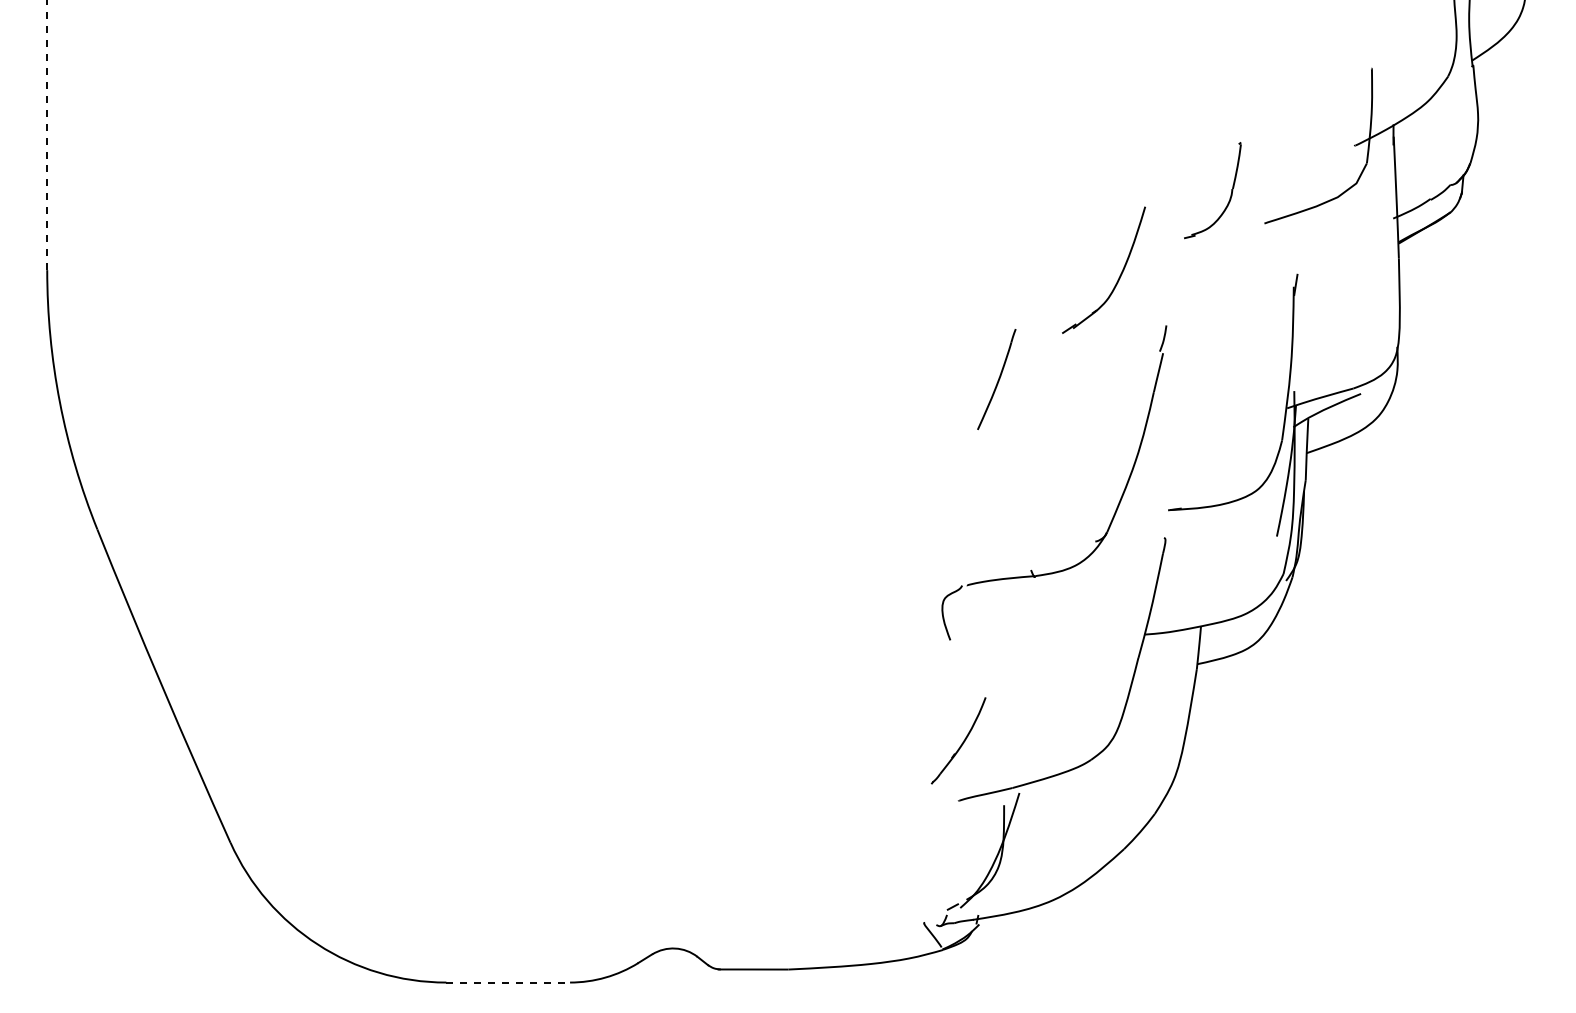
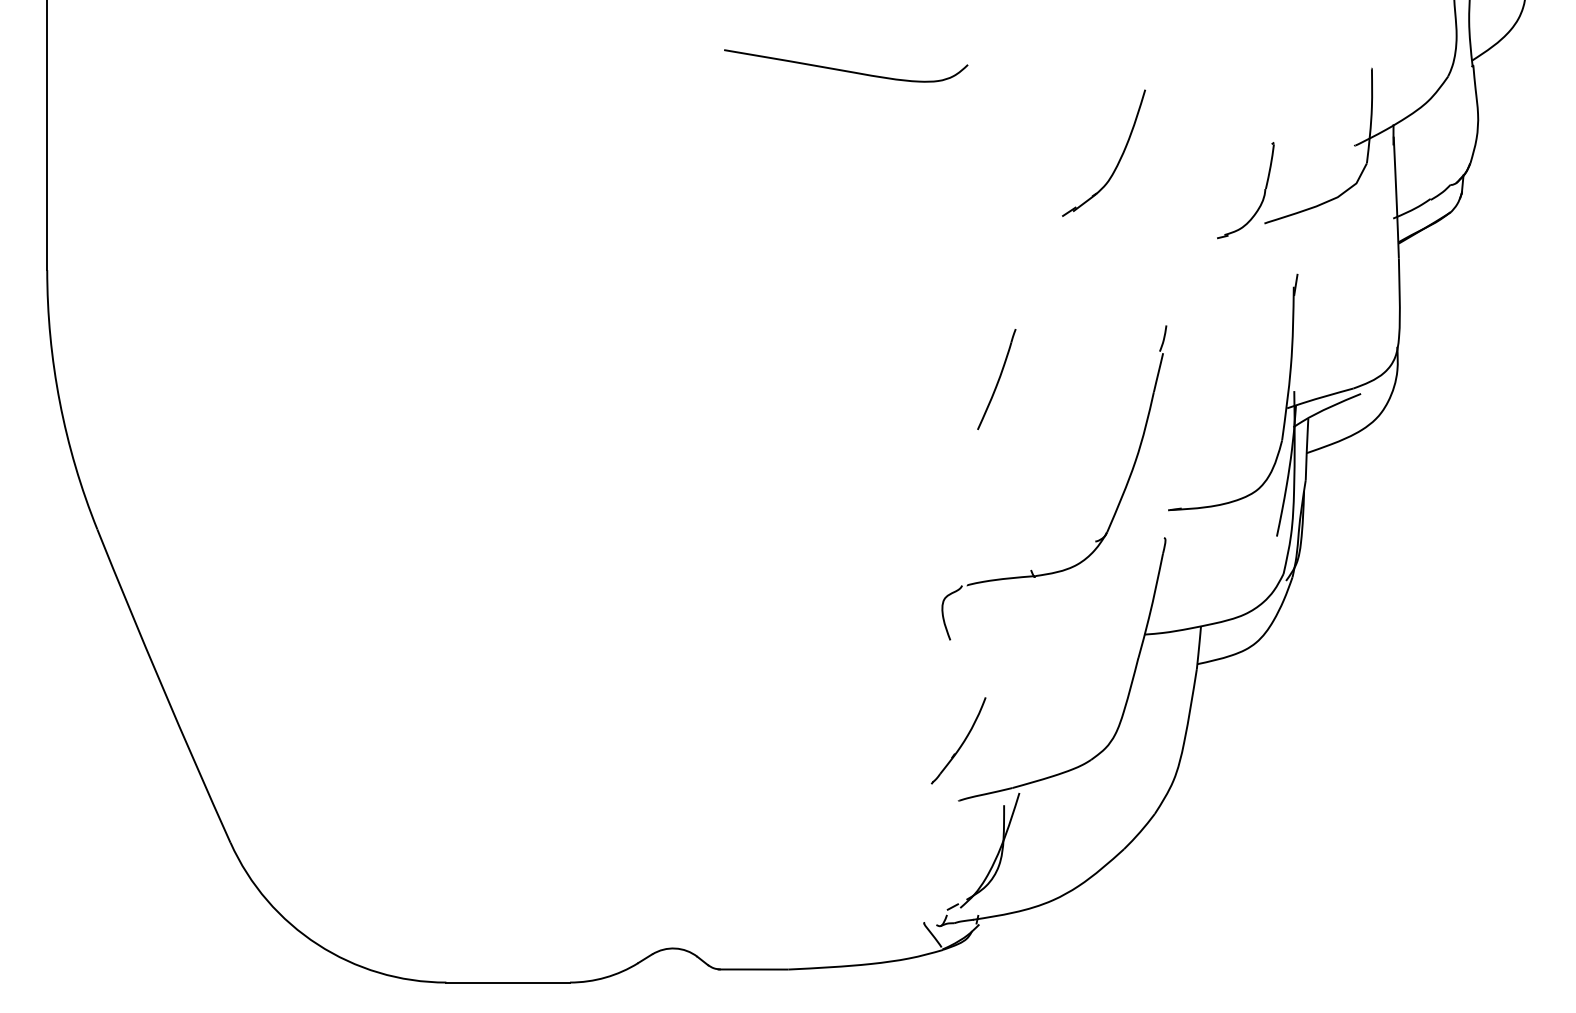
curve at (843, 69): none -> present
line at (47, 135): dashed -> solid
part at (1230, 194) position: (1230, 194) -> (1263, 194)
part at (1118, 277) position: (1118, 277) -> (1118, 160)
line at (508, 982): dashed -> solid
